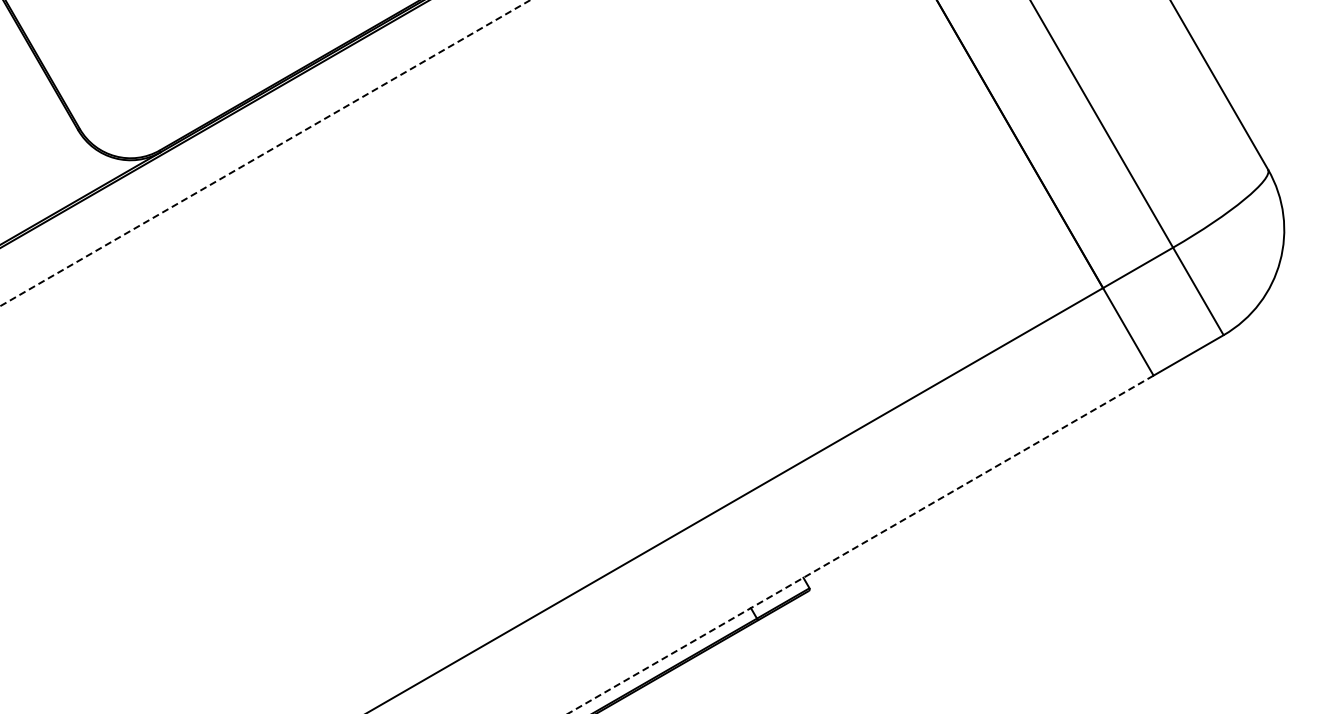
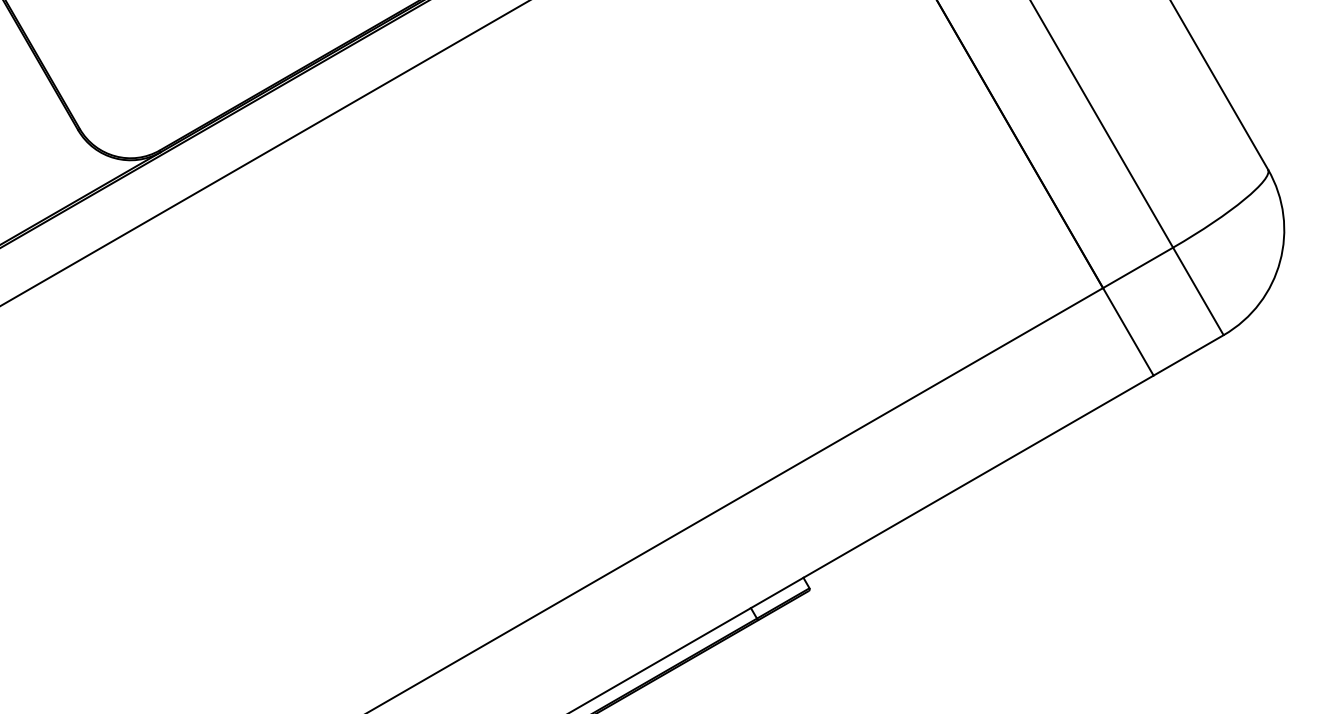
line at (265, 153): dashed -> solid
line at (860, 545): dashed -> solid
